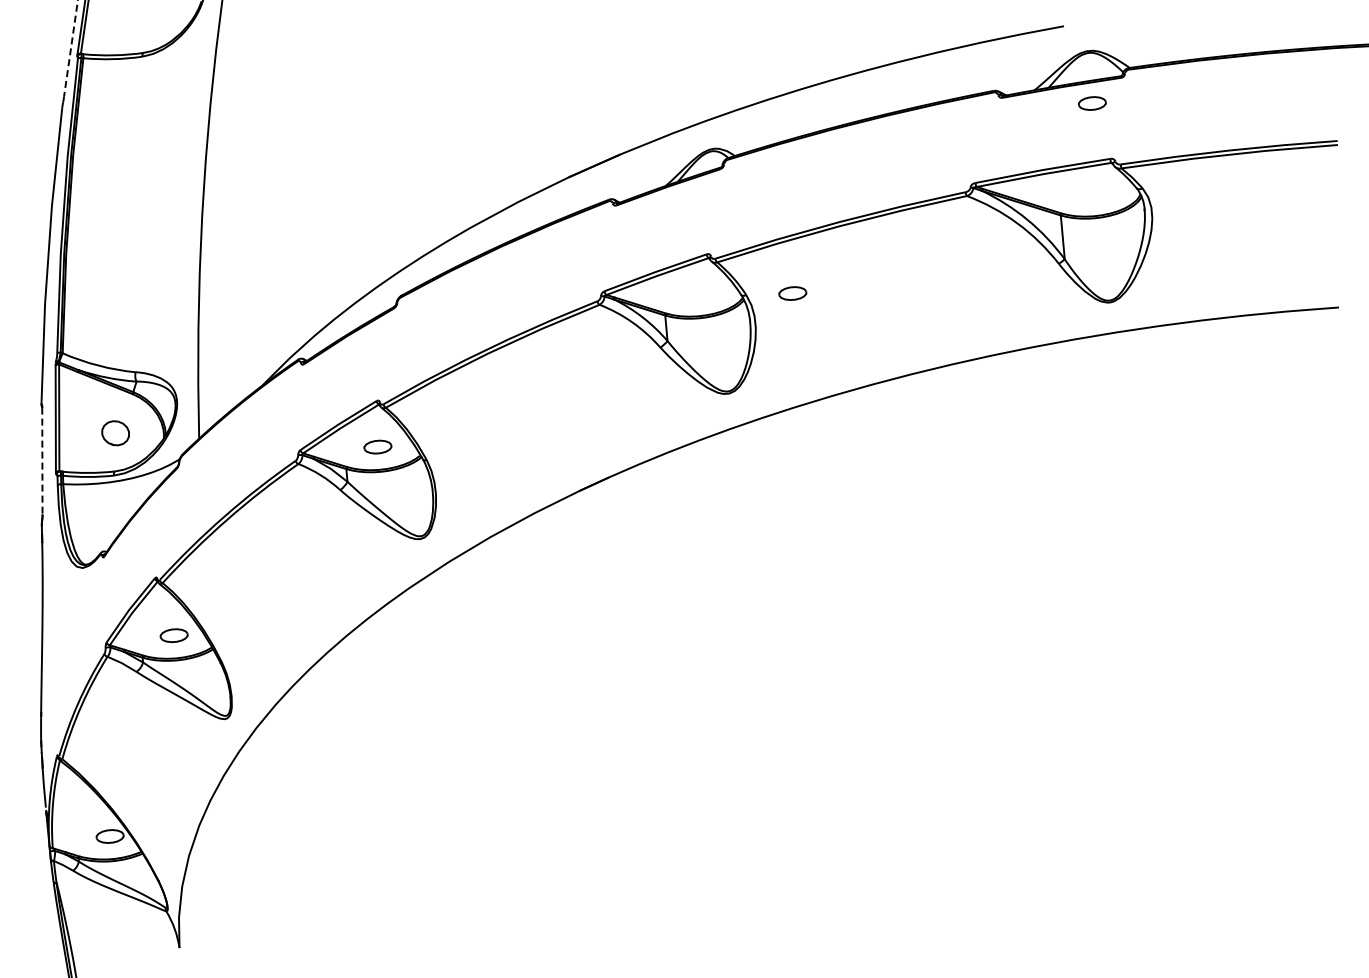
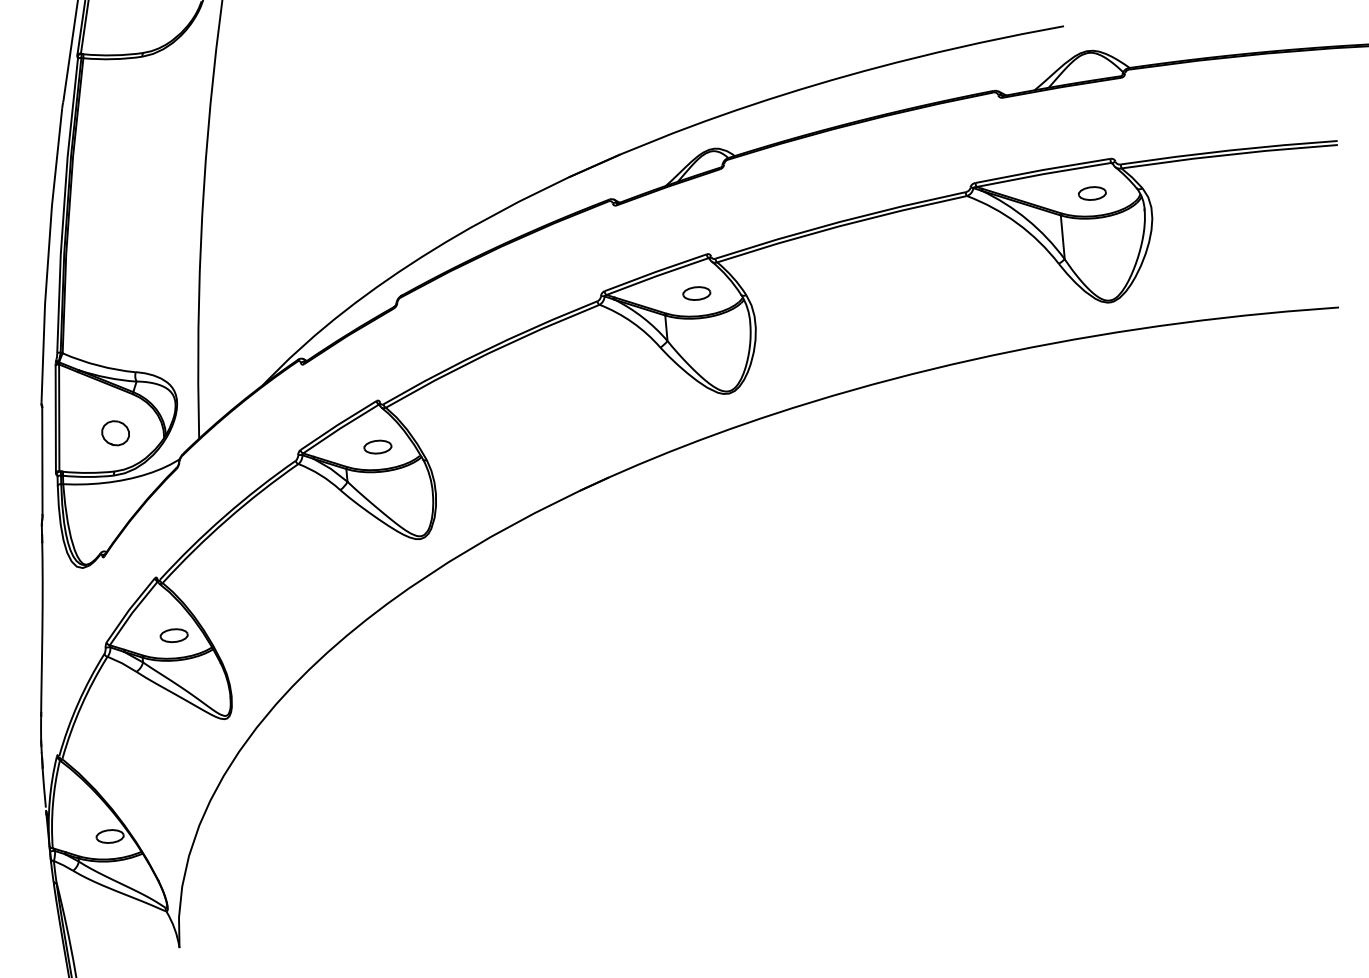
line at (70, 49): dashed -> solid
part at (1092, 103) position: (1092, 103) -> (1092, 193)
part at (792, 293) position: (792, 293) -> (696, 293)
line at (42, 461): dashed -> solid
